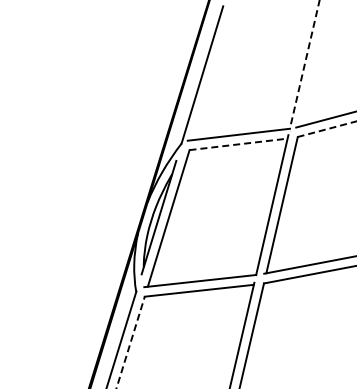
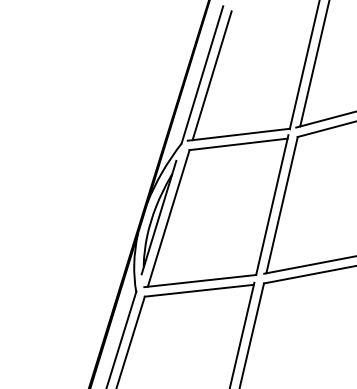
line at (314, 64): none -> present
line at (304, 65): dashed -> solid
line at (211, 75): none -> present
line at (327, 129): dashed -> solid
line at (239, 144): dashed -> solid
line at (130, 342): dashed -> solid
